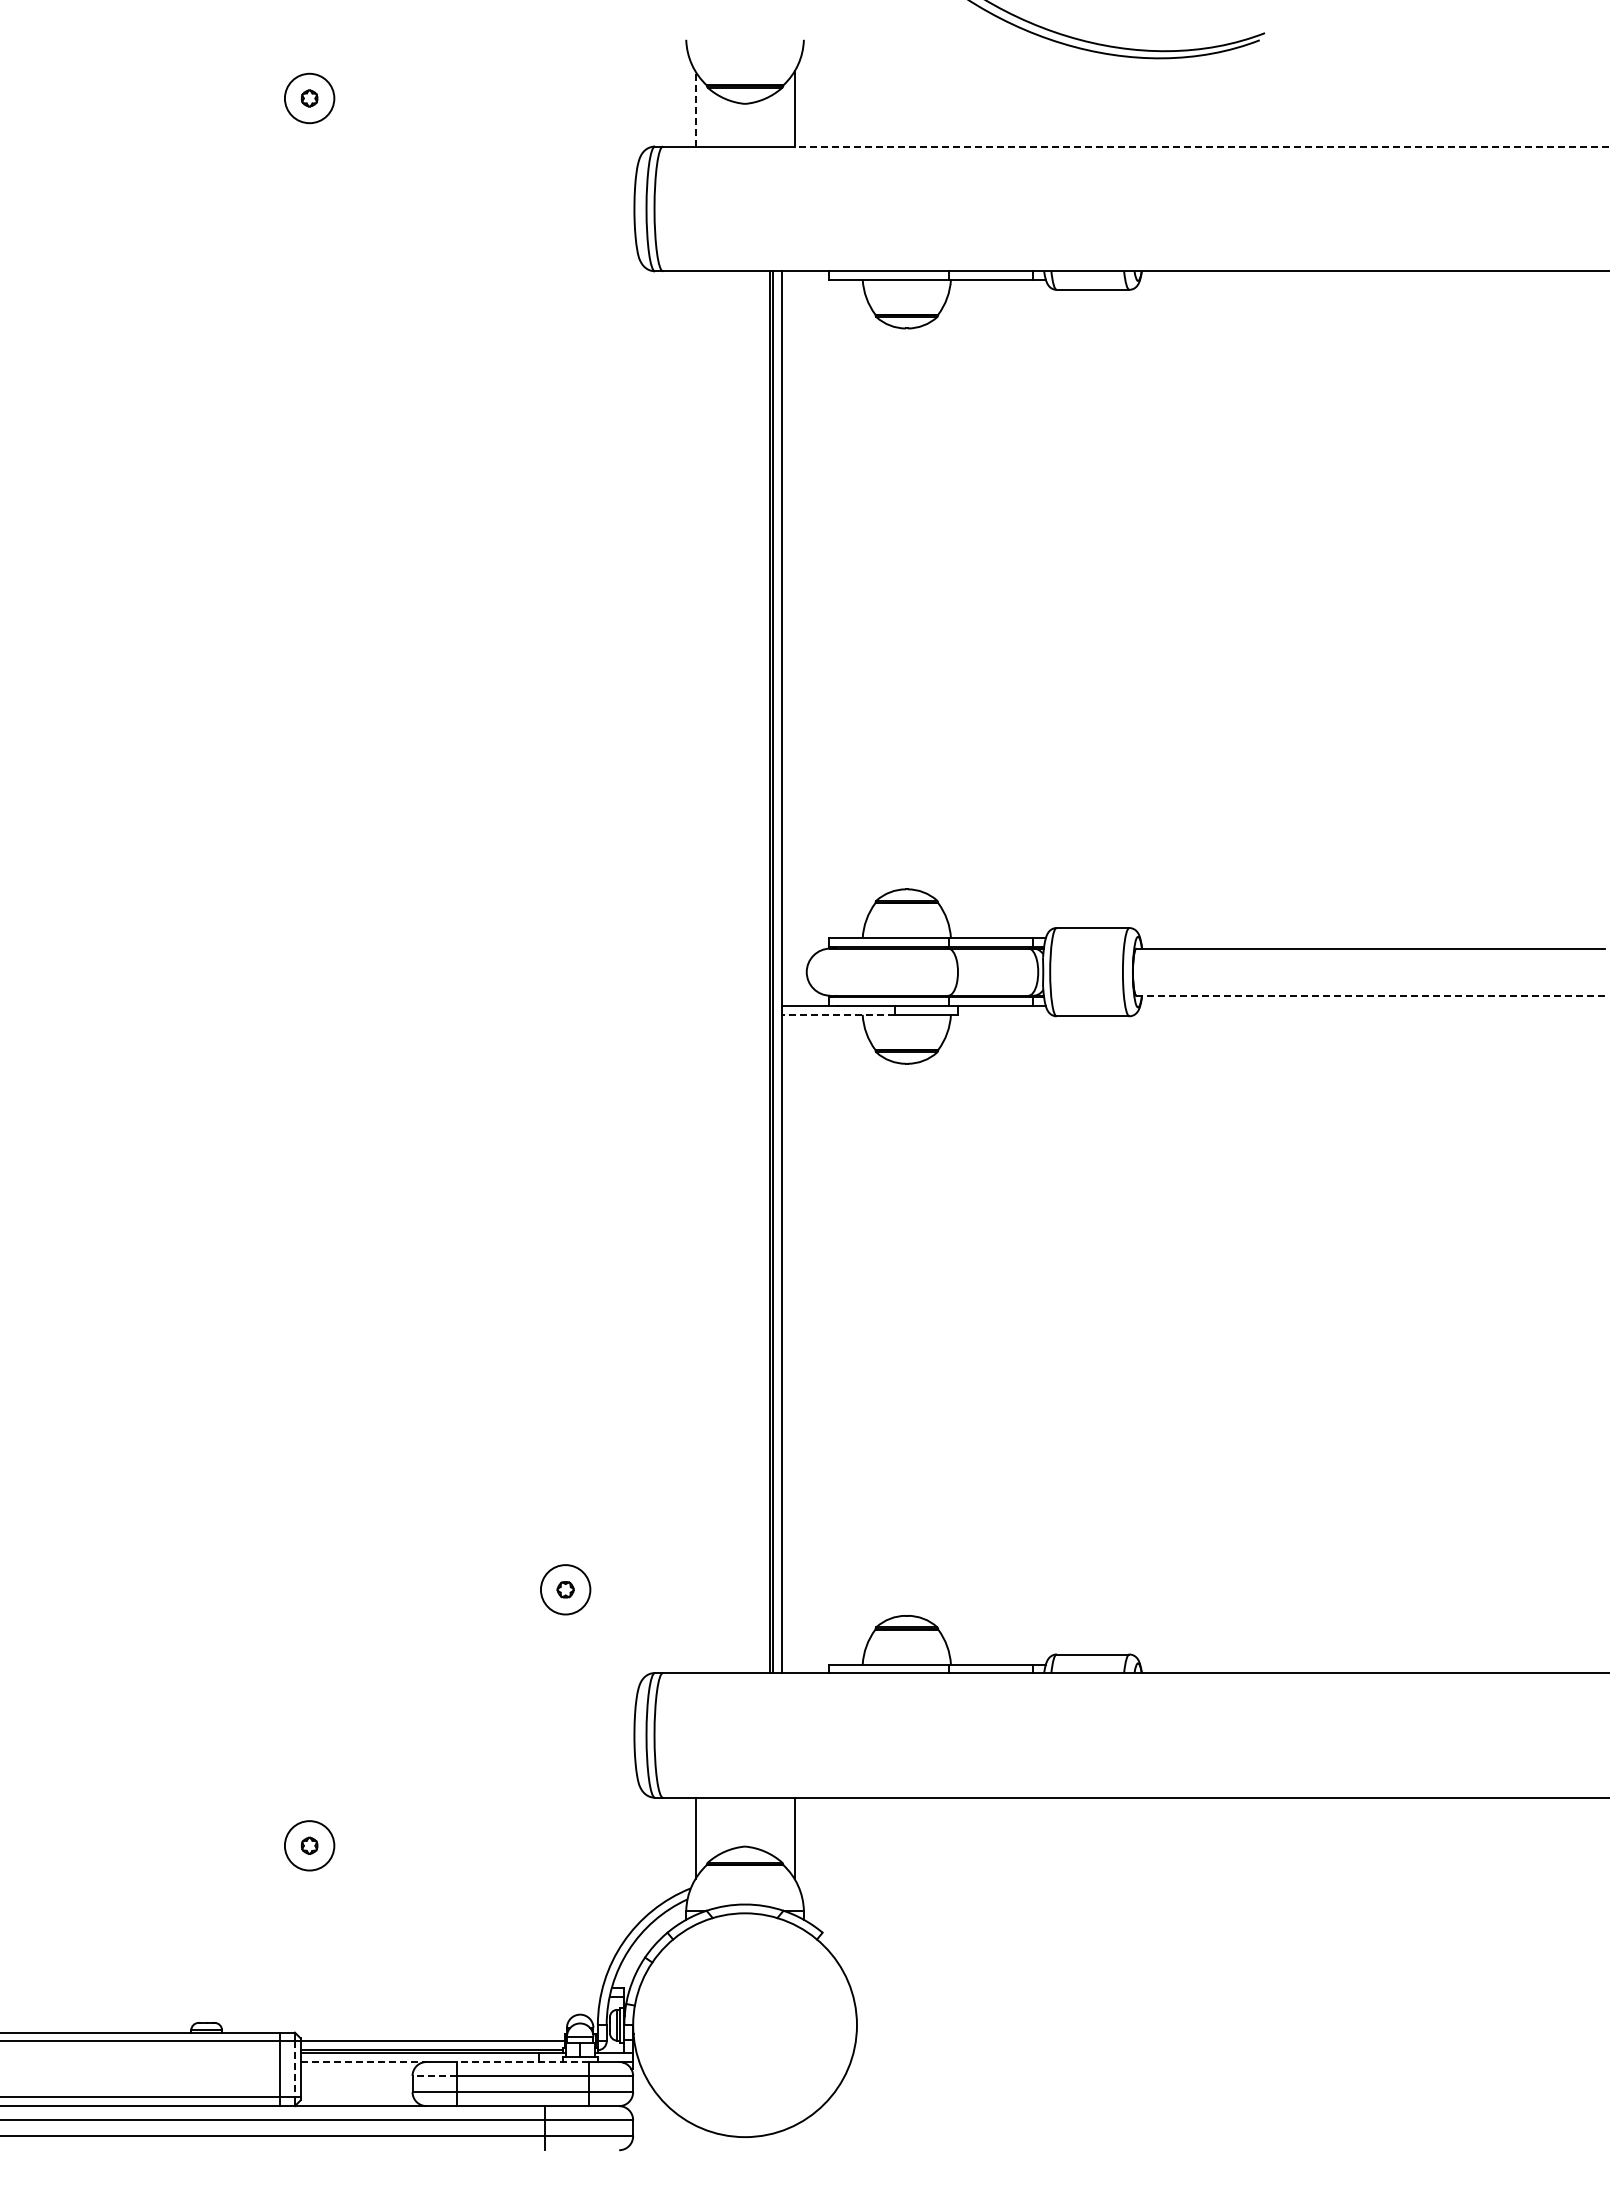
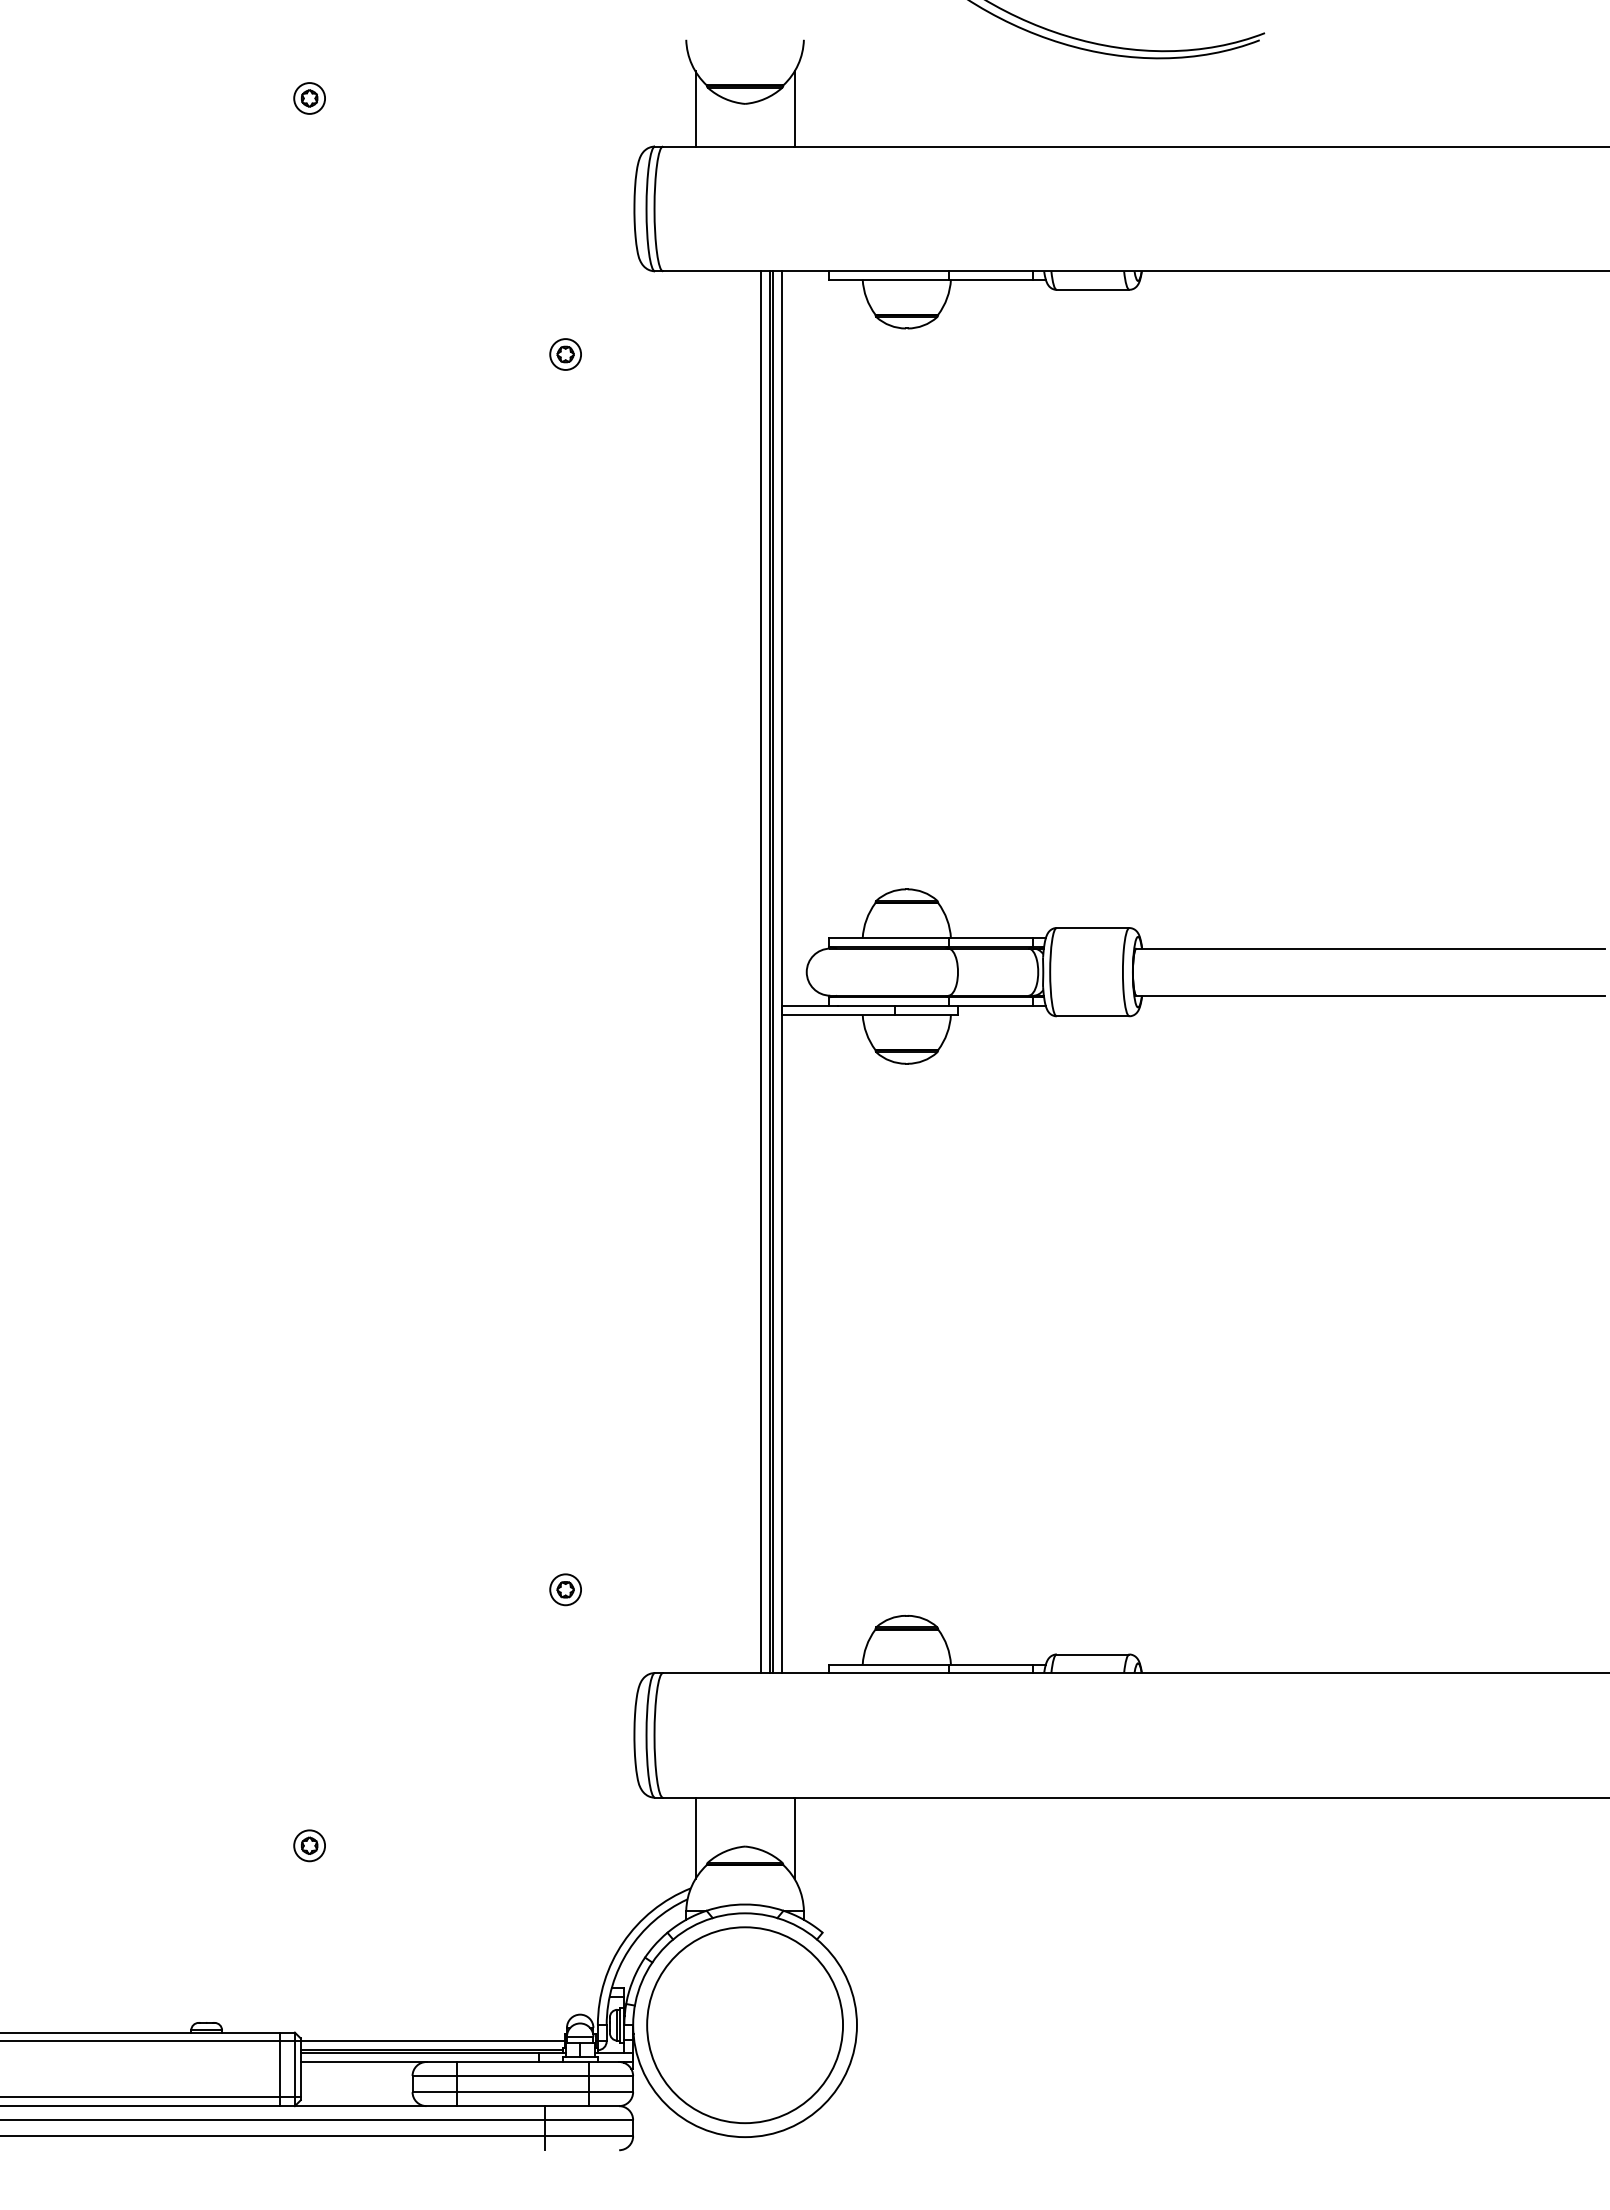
circle at (309, 98) diameter: 49 px -> 31 px
line at (695, 109): dashed -> solid
line at (1201, 146): dashed -> solid
part at (565, 354): none -> present
line at (761, 972): none -> present
line at (1371, 995): dashed -> solid
line at (837, 1014): dashed -> solid
circle at (565, 1589) diameter: 49 px -> 31 px
circle at (309, 1845) diameter: 49 px -> 31 px
circle at (744, 2025): none -> present
line at (363, 2062): dashed -> solid
line at (522, 2062): dashed -> solid
line at (294, 2069): dashed -> solid
line at (434, 2075): dashed -> solid
